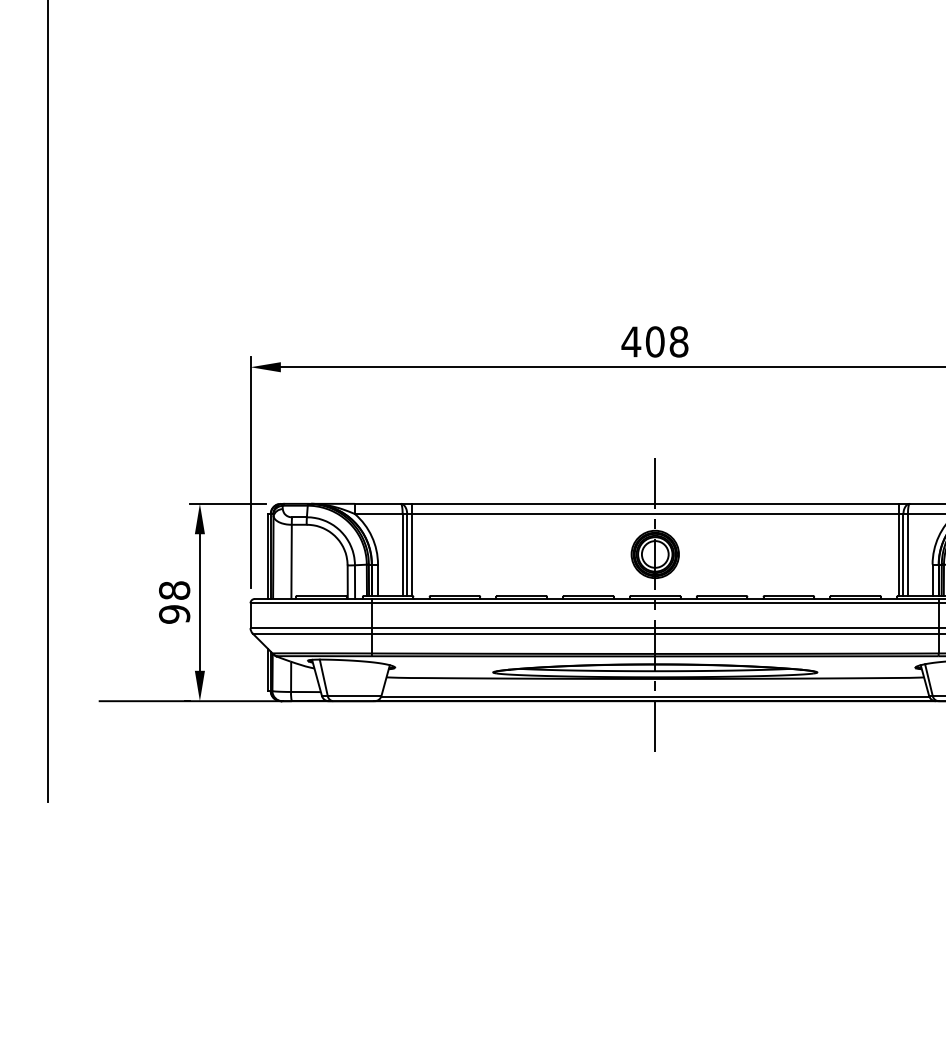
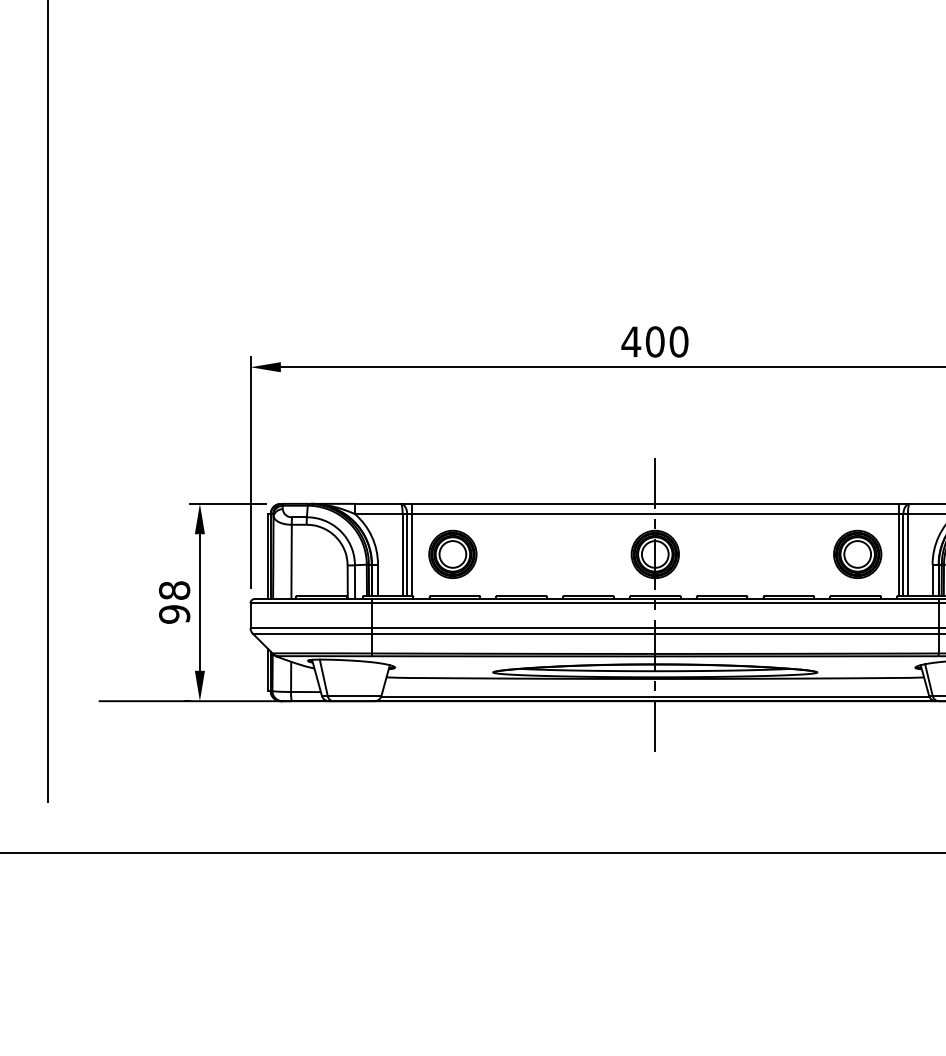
text at (678, 342): 408 -> 400
part at (452, 553): none -> present
part at (857, 553): none -> present
line at (472, 853): none -> present
